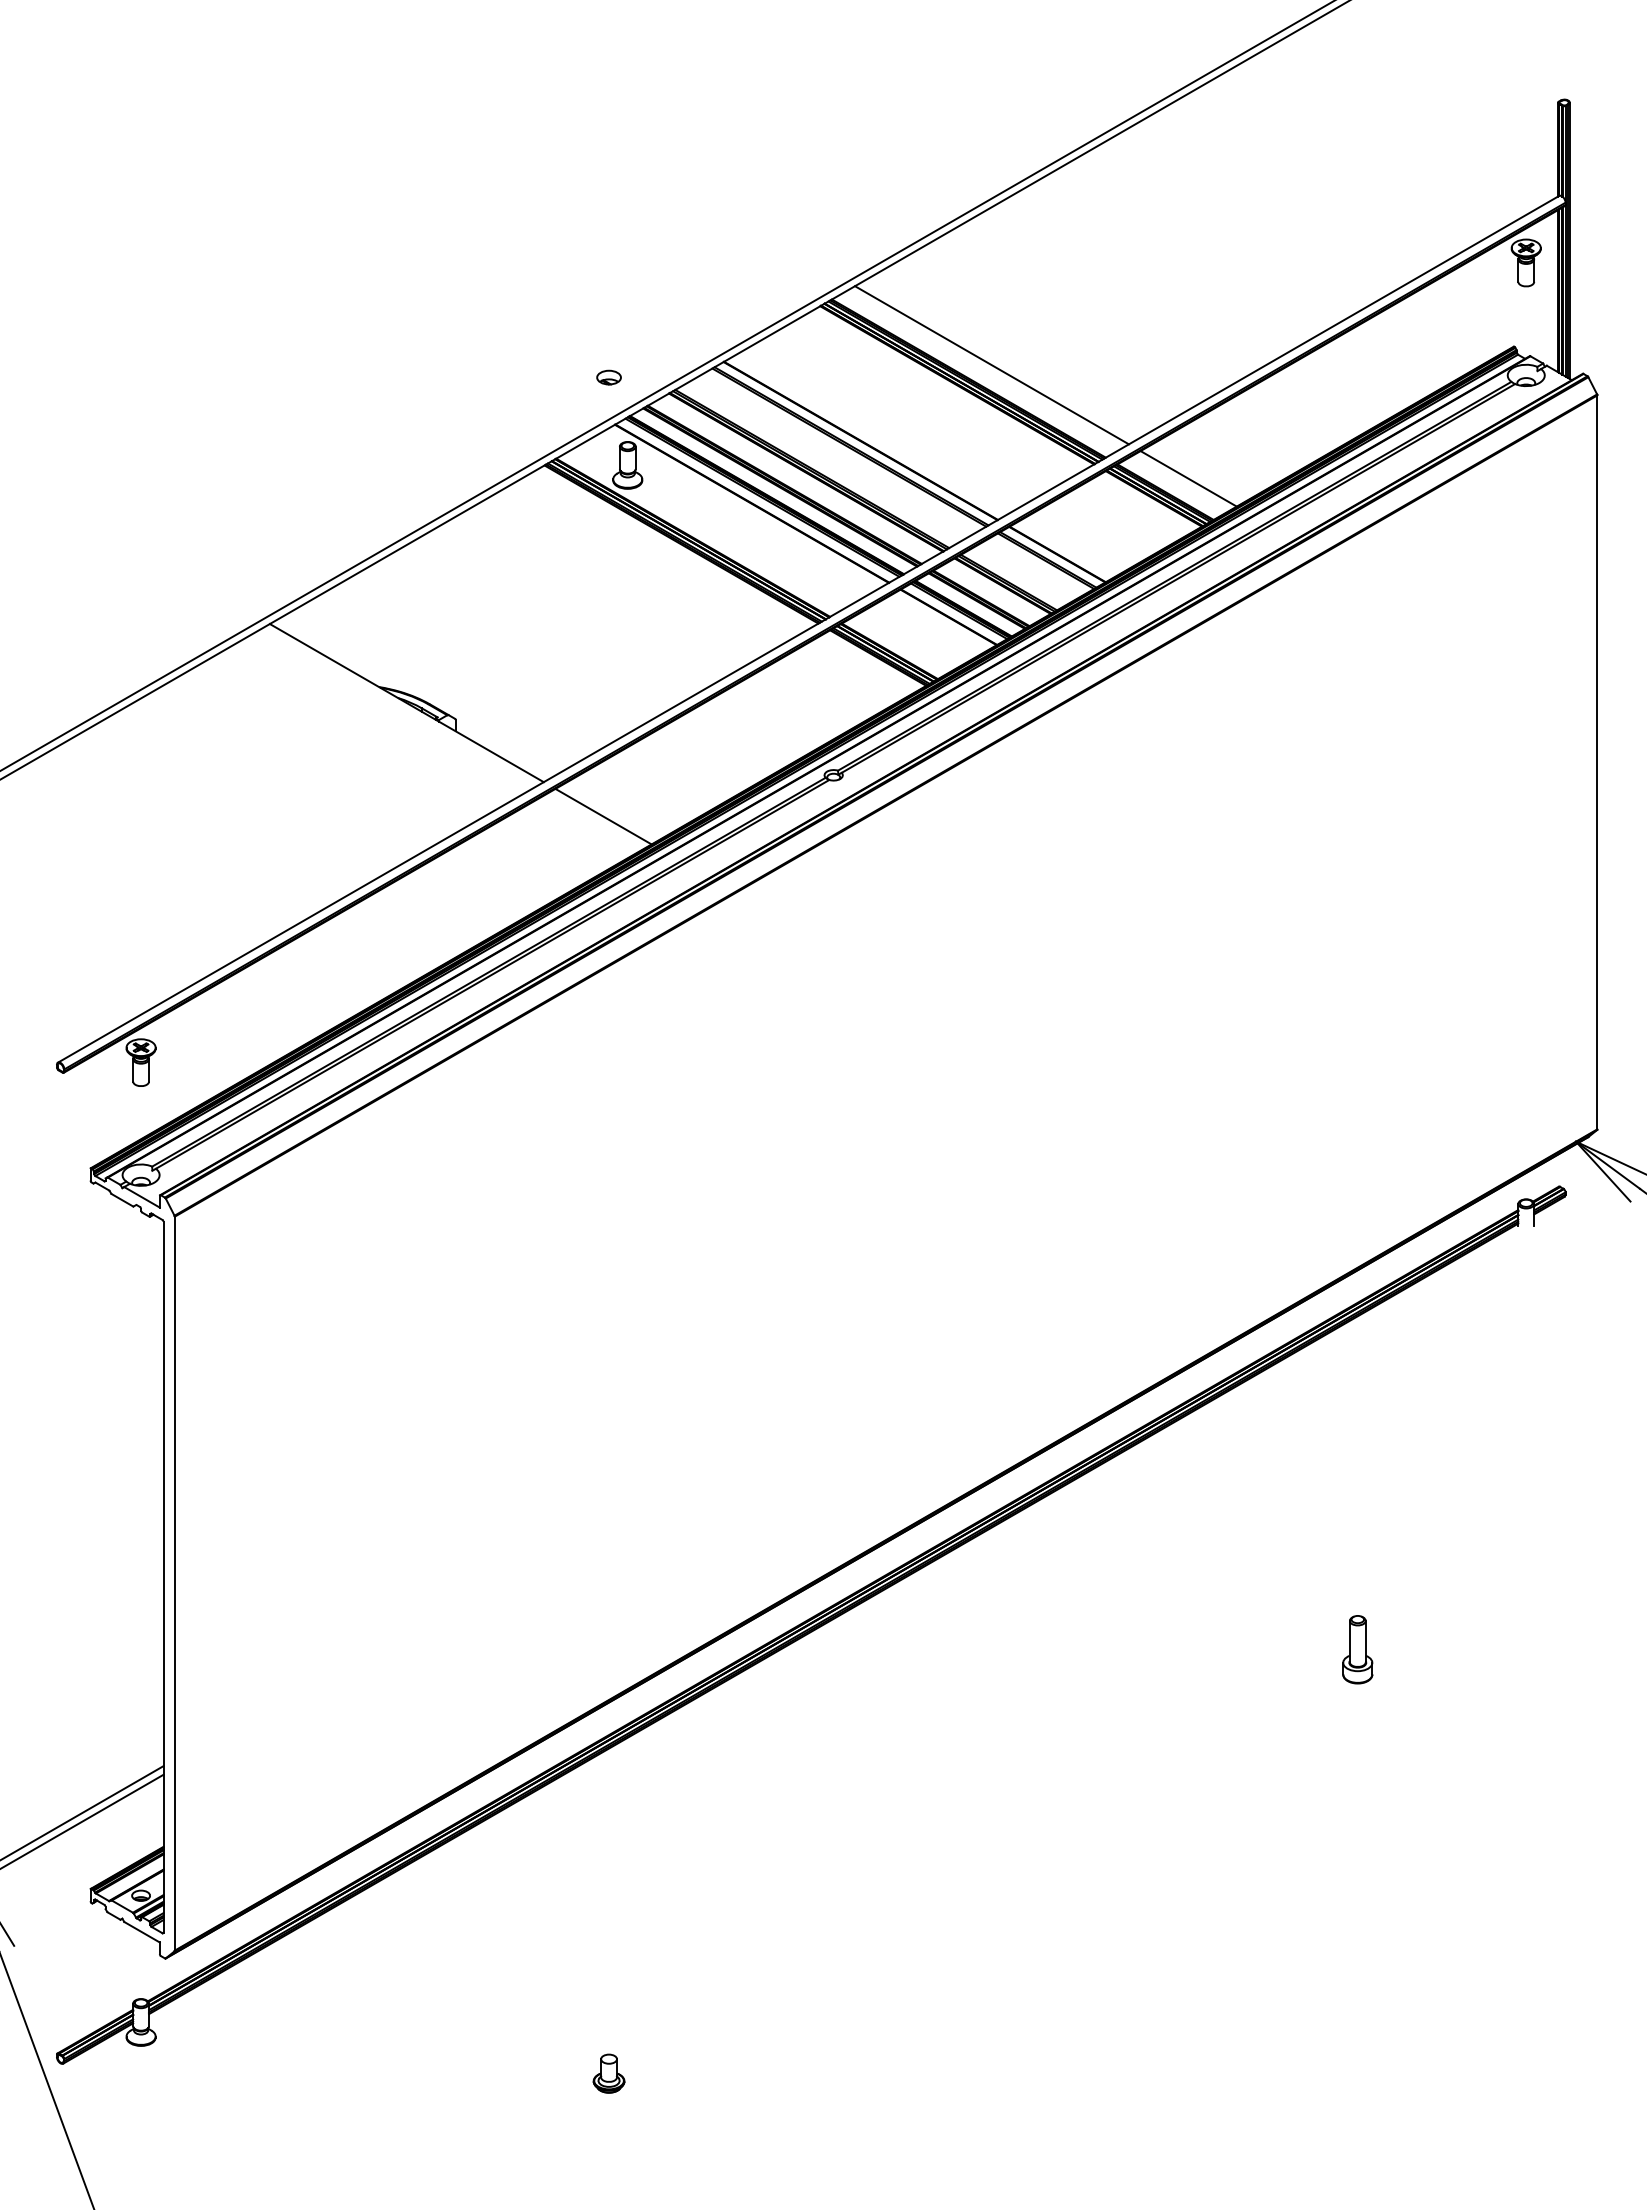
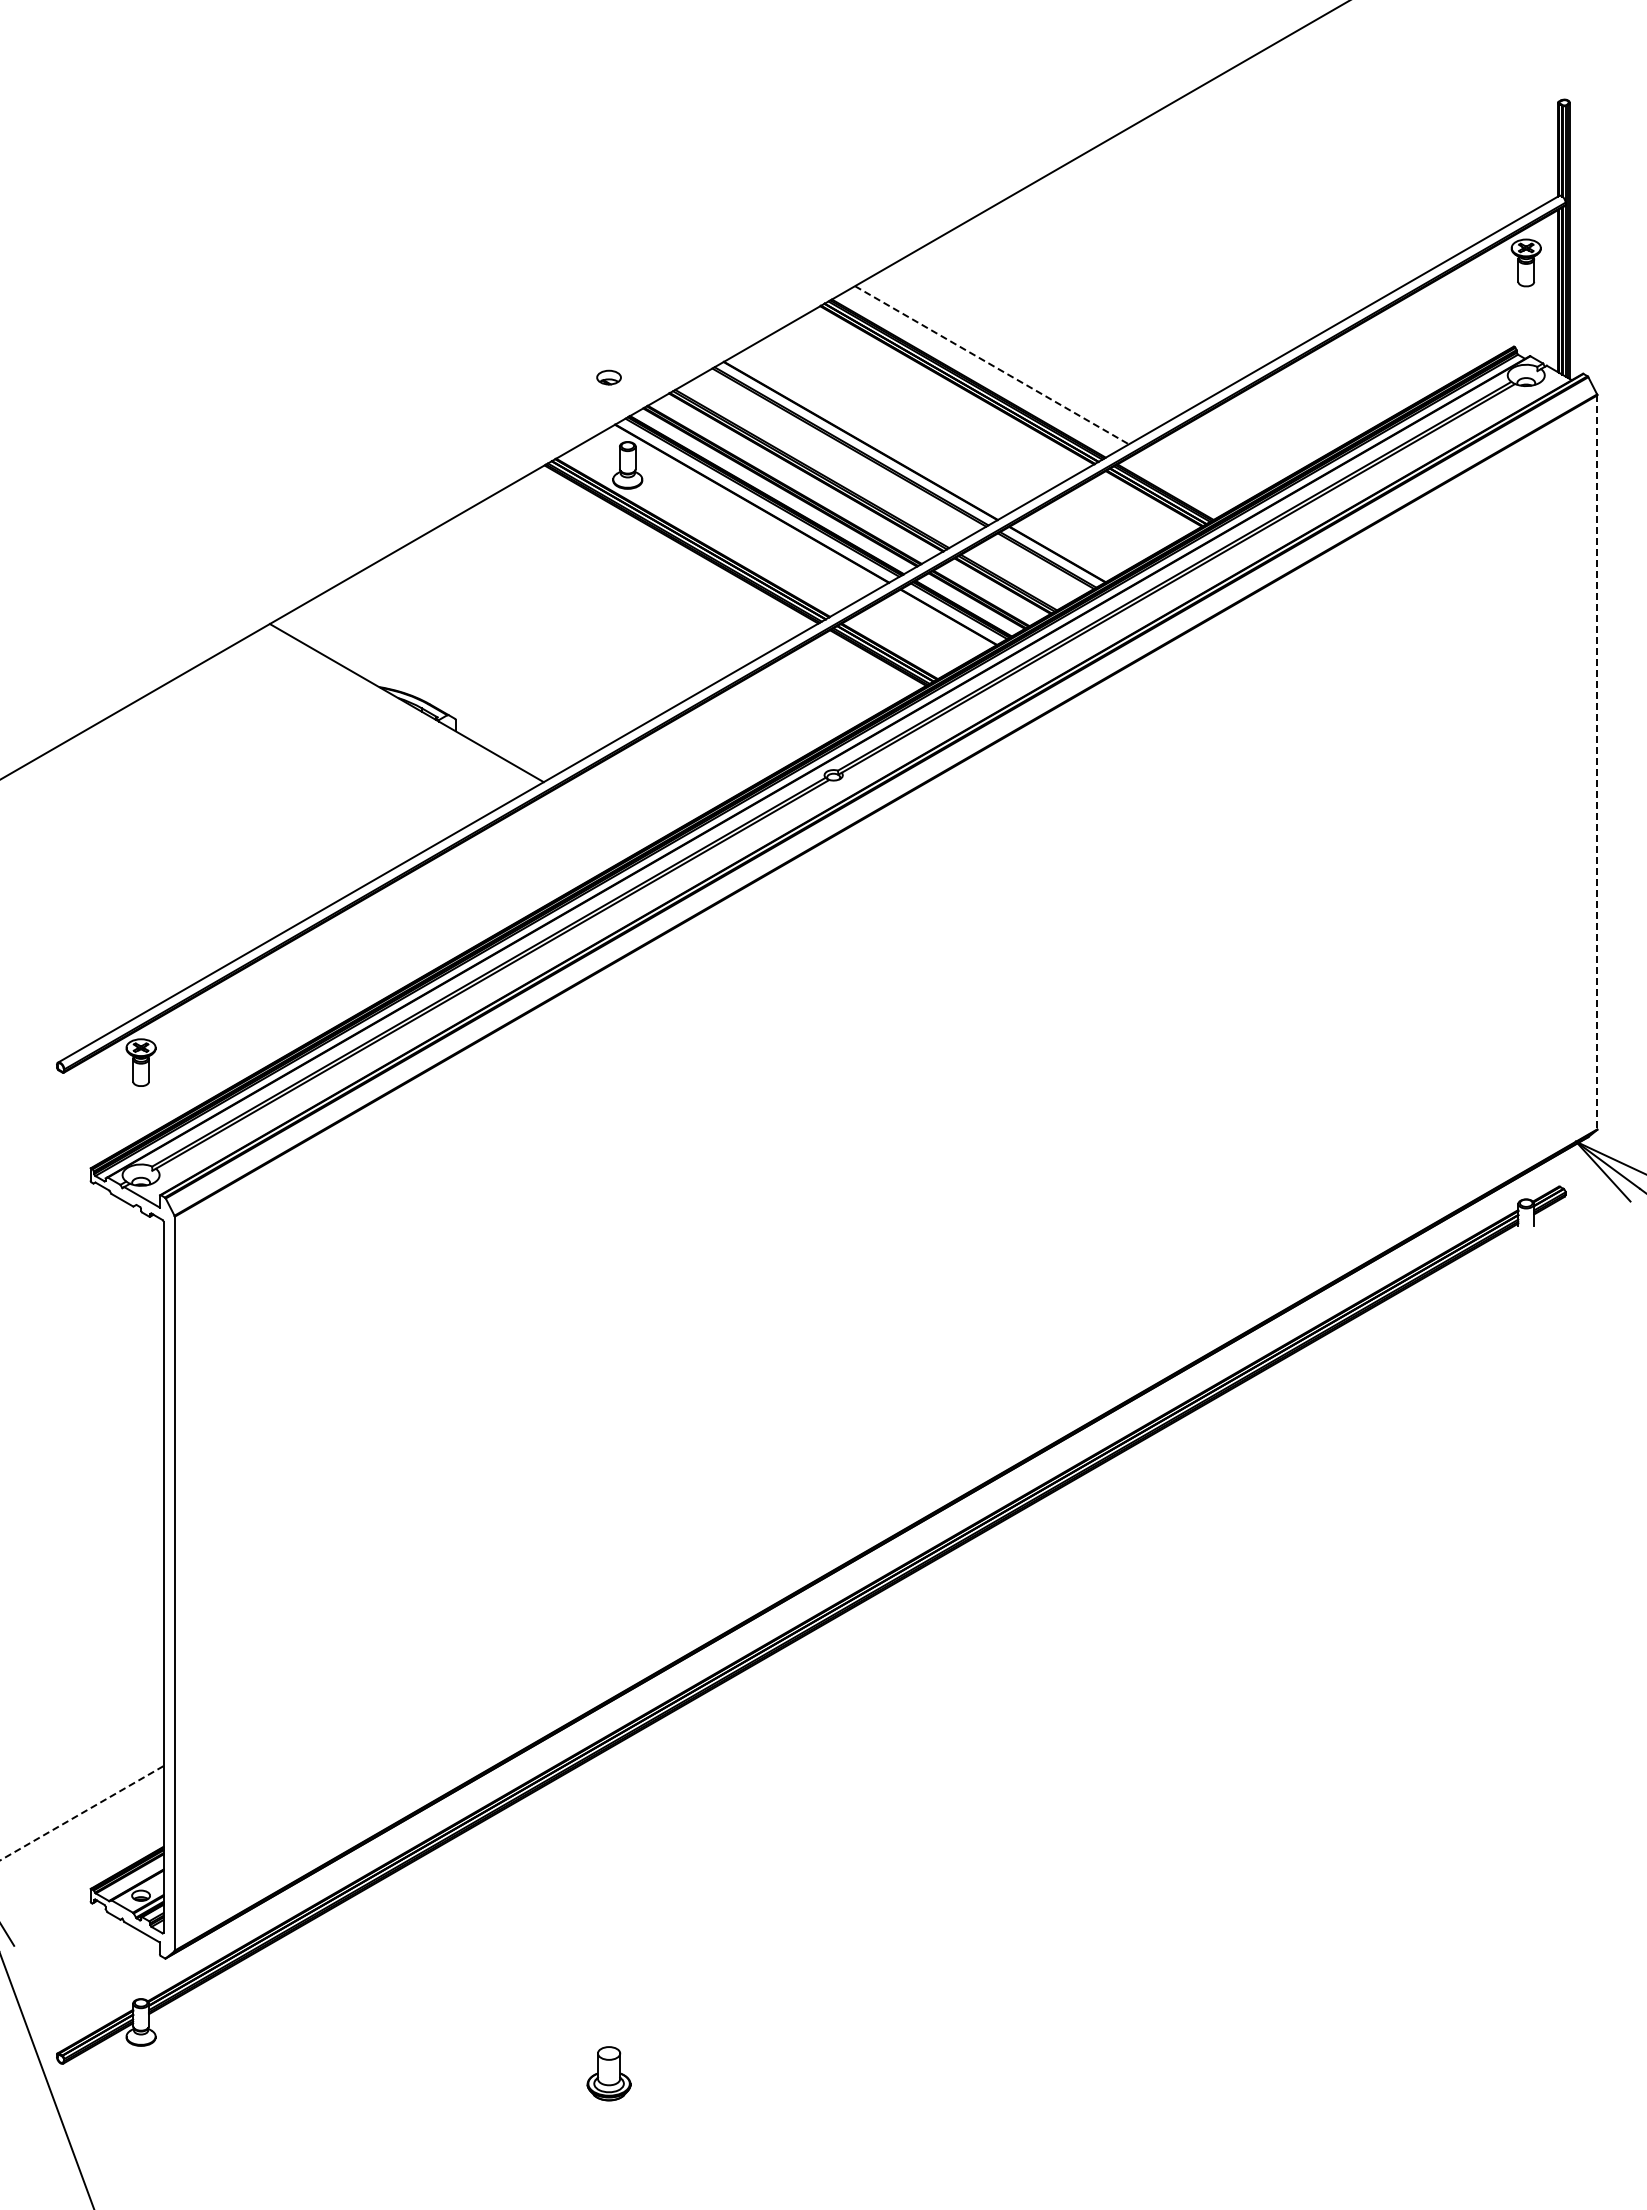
line at (992, 365): solid -> dashed
line at (667, 386): present -> none
line at (1188, 478): present -> none
line at (1597, 762): solid -> dashed
line at (603, 816): present -> none
part at (1357, 1649): present -> none
line at (81, 1813): solid -> dashed
line at (82, 1820): present -> none
part at (608, 2073) size: 34x41 px -> 46x56 px
